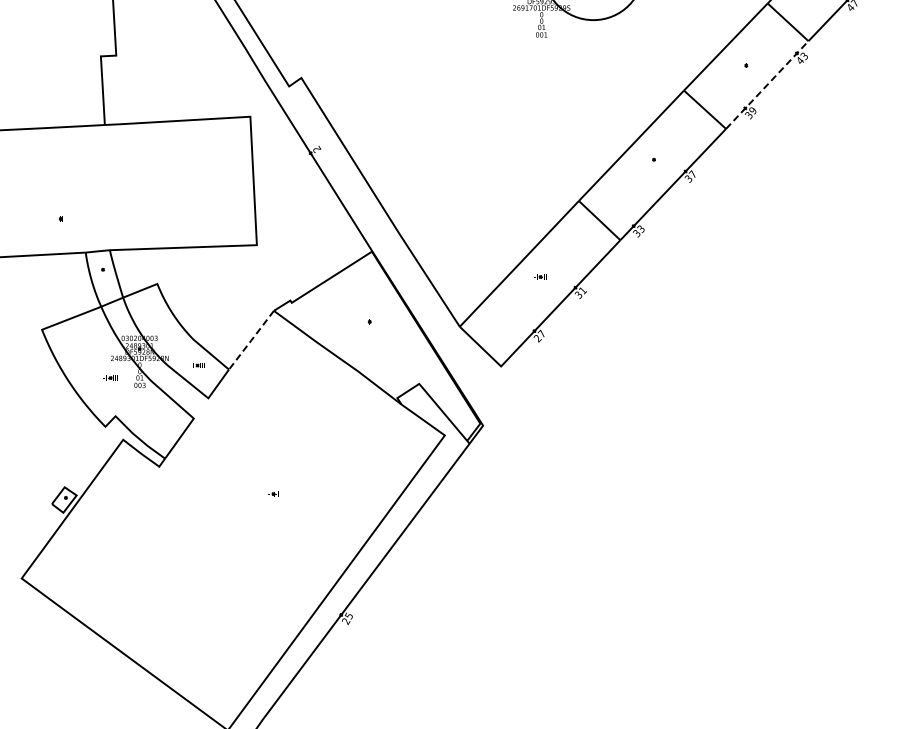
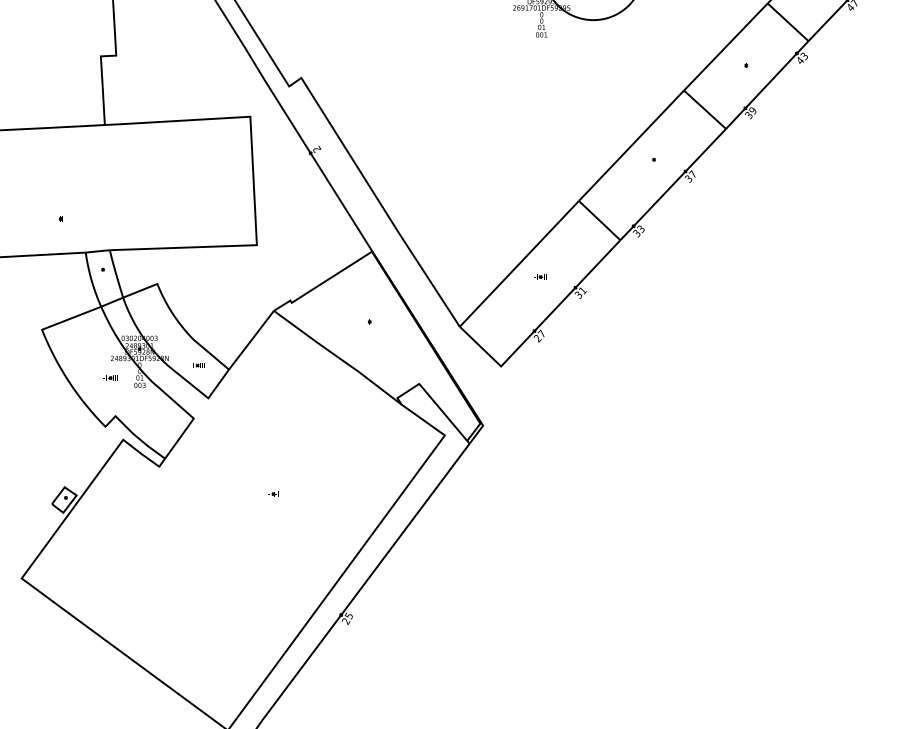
line at (767, 84): dashed -> solid
line at (251, 340): dashed -> solid
